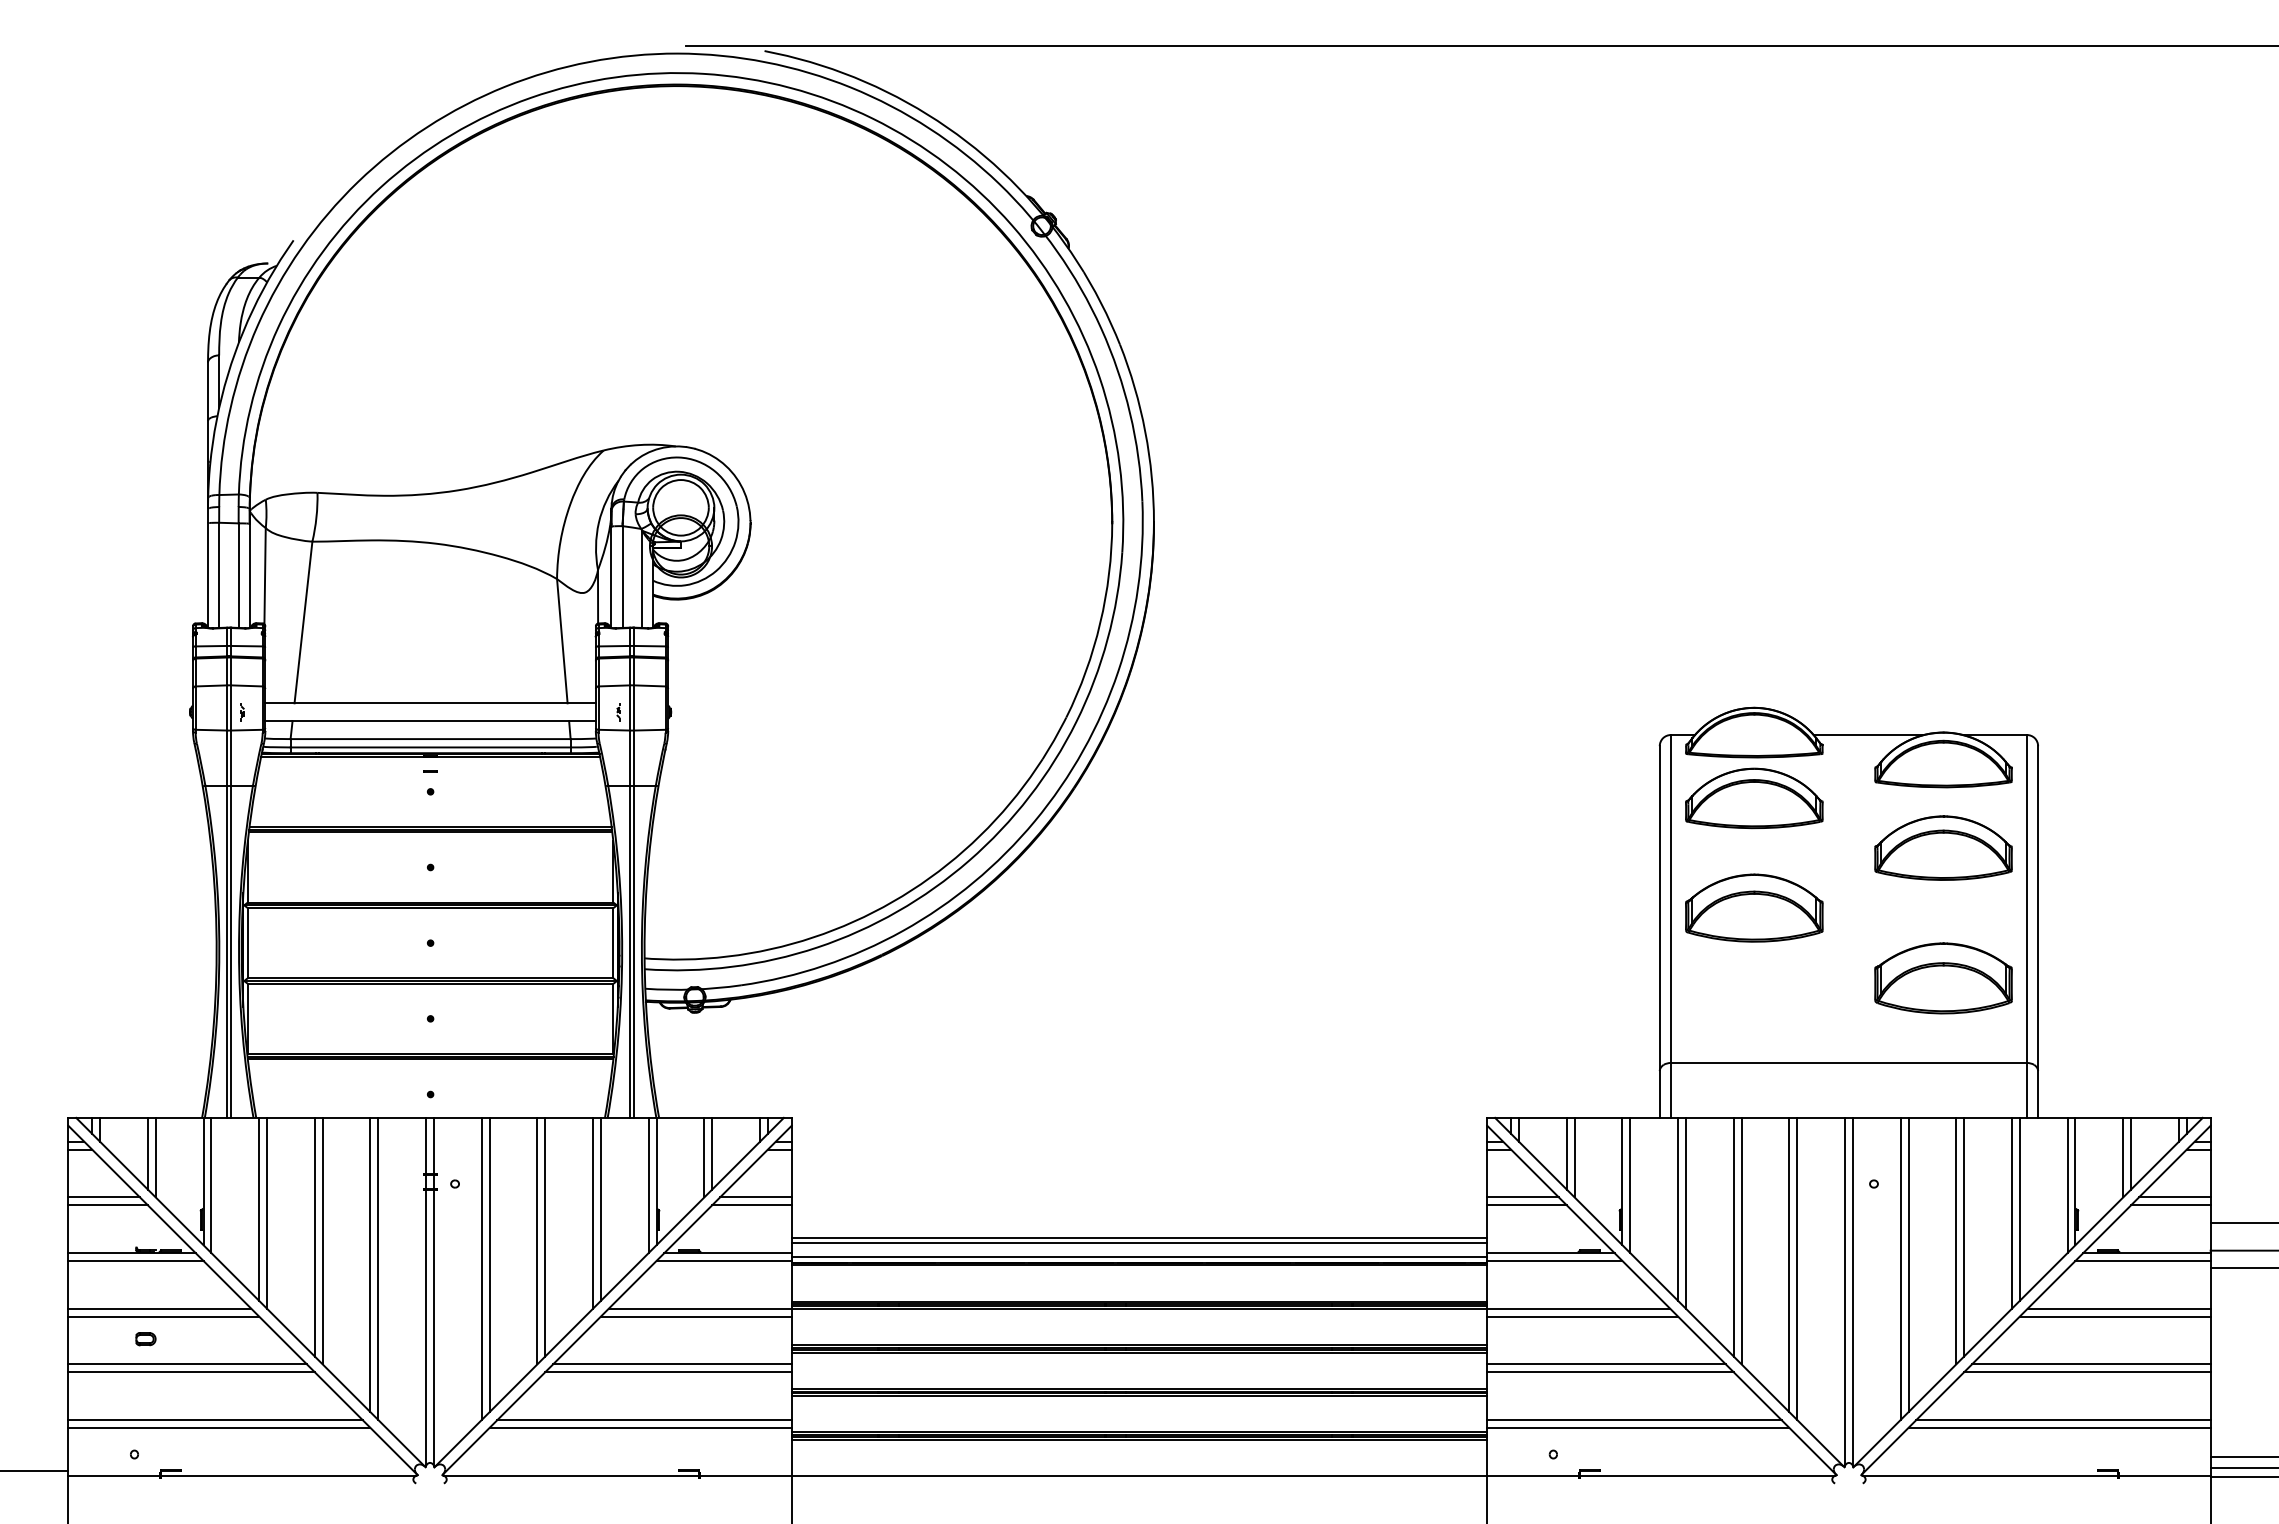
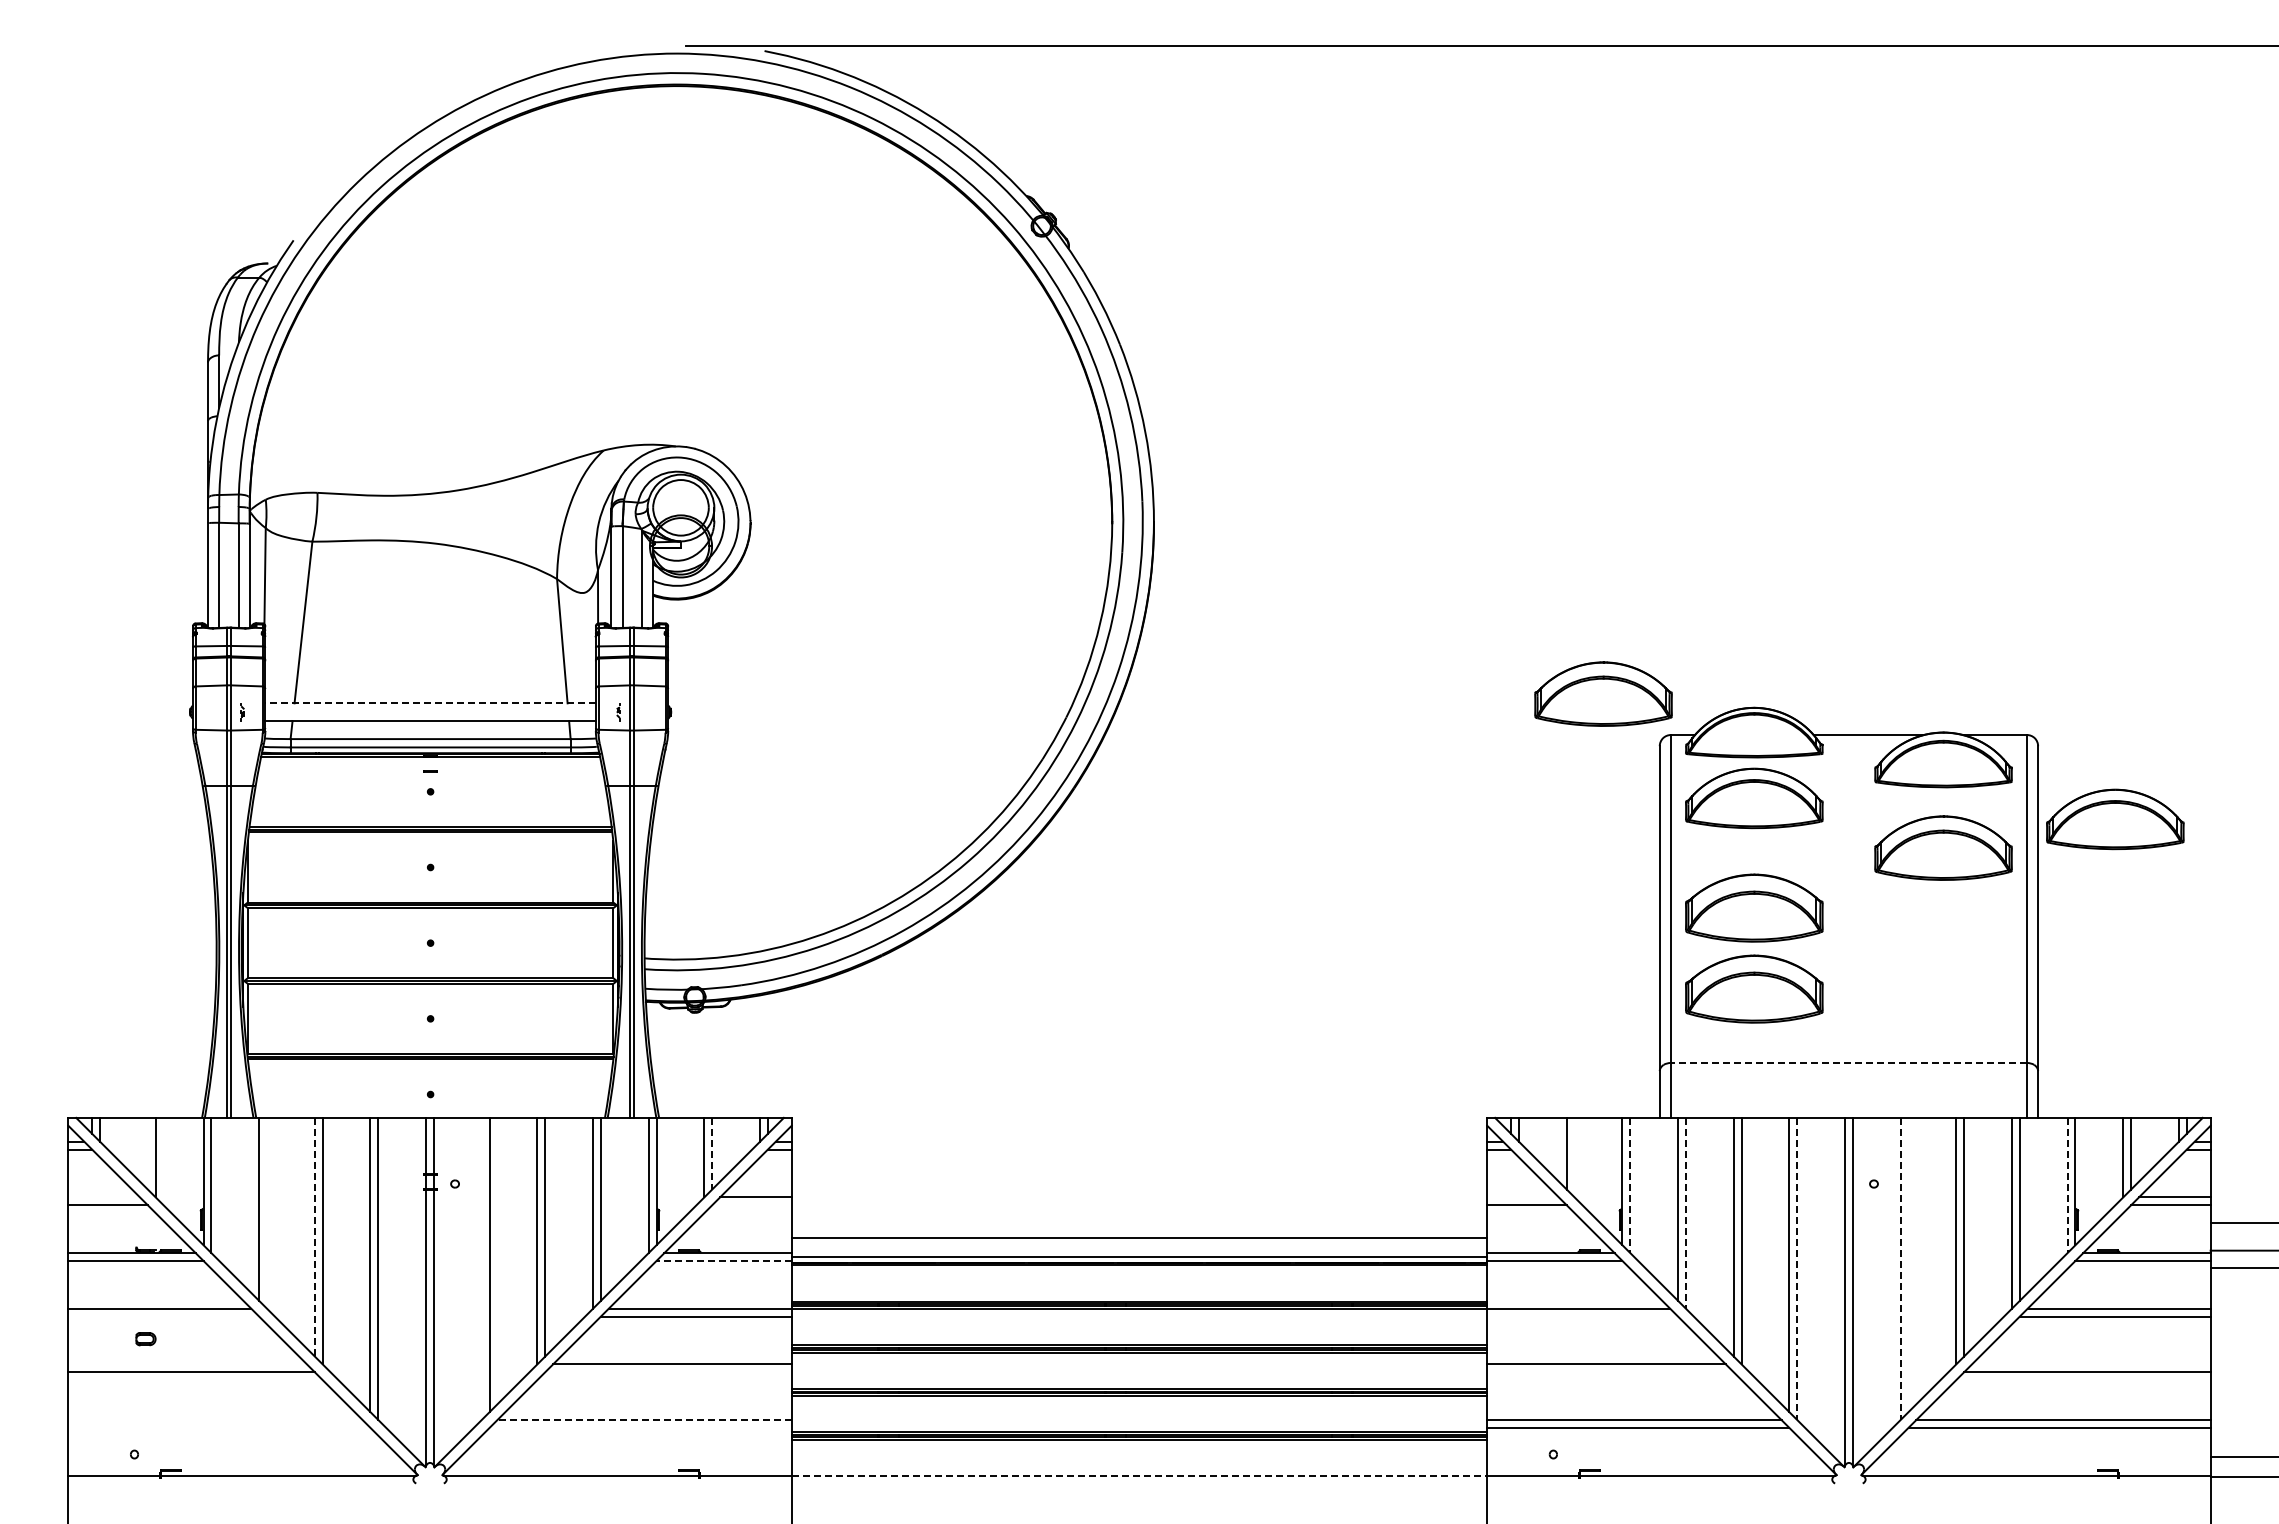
part at (1603, 693): none -> present
line at (430, 703): solid -> dashed
part at (2115, 819): none -> present
part at (1943, 978): present -> none
part at (1754, 988): none -> present
line at (1848, 1062): solid -> dashed
line at (147, 1153): present -> none
line at (712, 1153): solid -> dashed
line at (1574, 1157): present -> none
line at (1630, 1185): solid -> dashed
line at (2067, 1185): solid -> dashed
line at (104, 1197): present -> none
line at (1522, 1197): present -> none
line at (751, 1205): present -> none
line at (267, 1212): present -> none
line at (1685, 1213): solid -> dashed
line at (314, 1237): solid -> dashed
line at (1139, 1243): present -> none
line at (724, 1260): solid -> dashed
line at (1908, 1264): present -> none
line at (481, 1268): present -> none
line at (1797, 1269): solid -> dashed
line at (1900, 1269): solid -> dashed
line at (163, 1316): present -> none
line at (1582, 1316): present -> none
line at (187, 1364): present -> none
line at (2091, 1364): present -> none
line at (668, 1372): present -> none
line at (1610, 1372): present -> none
line at (215, 1420): present -> none
line at (644, 1420): solid -> dashed
line at (219, 1427): present -> none
line at (640, 1427): present -> none
line at (2242, 1468): present -> none
line at (35, 1470): present -> none
line at (1139, 1475): solid -> dashed
